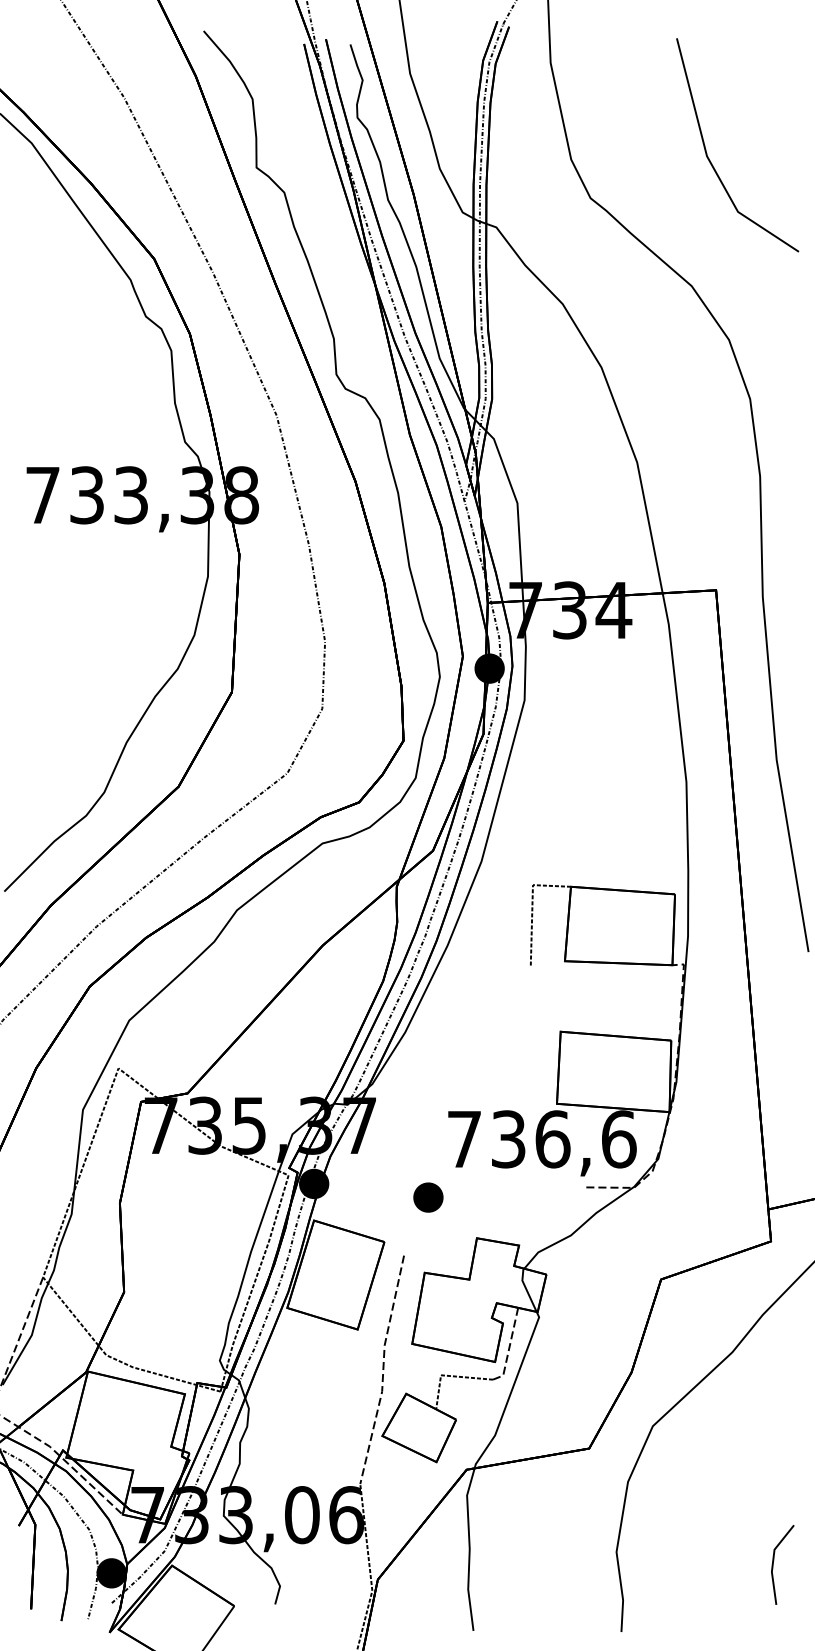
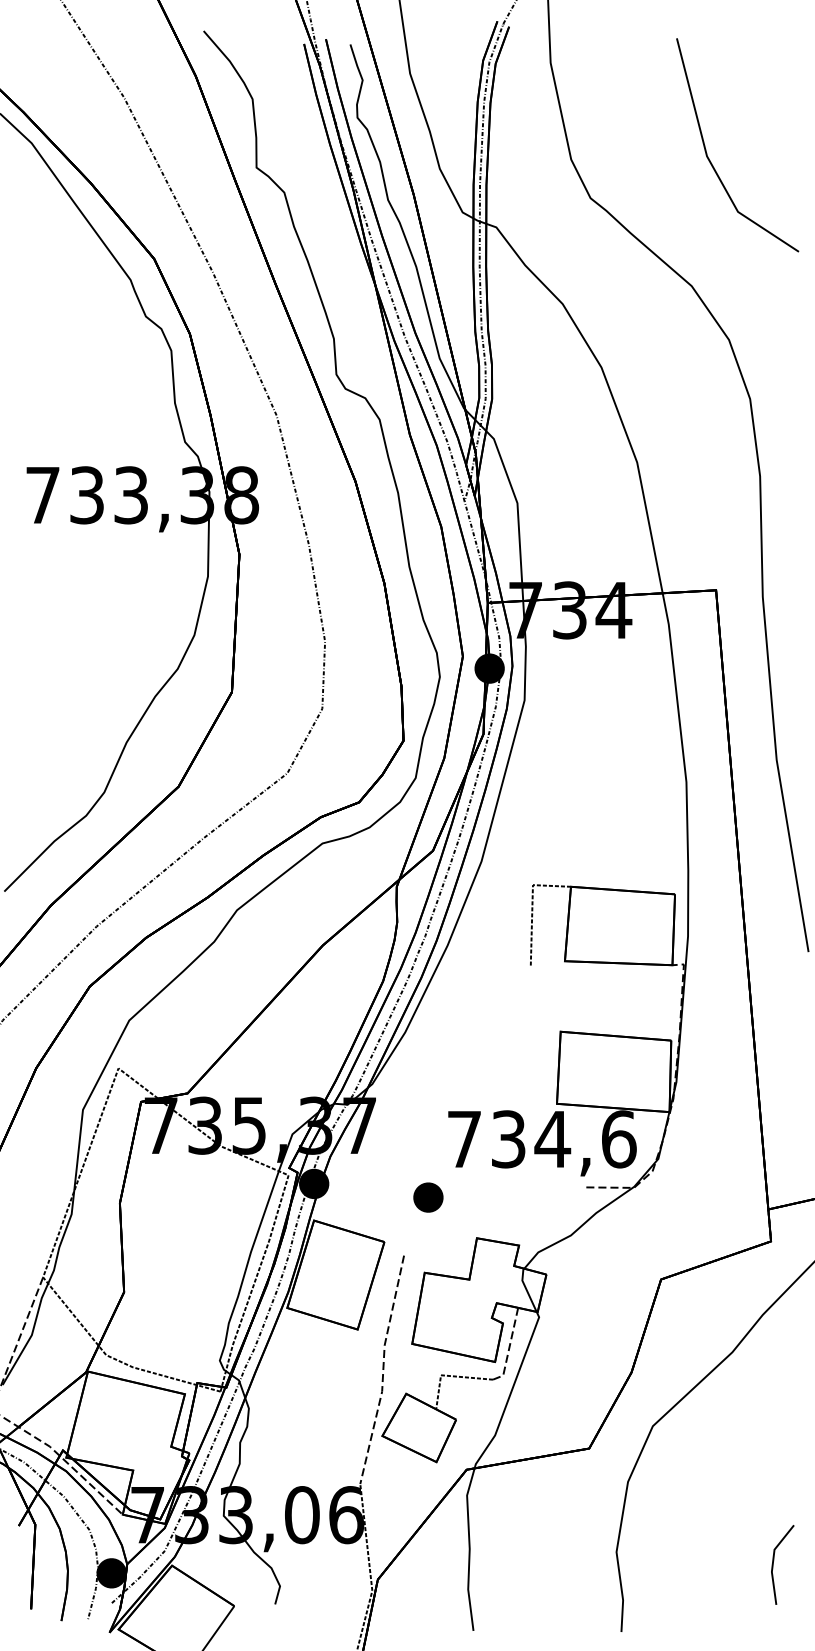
text at (552, 1139): 736,6 -> 734,6
